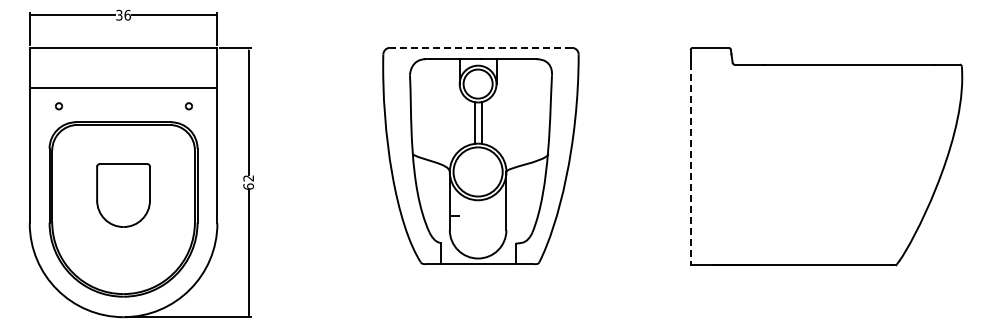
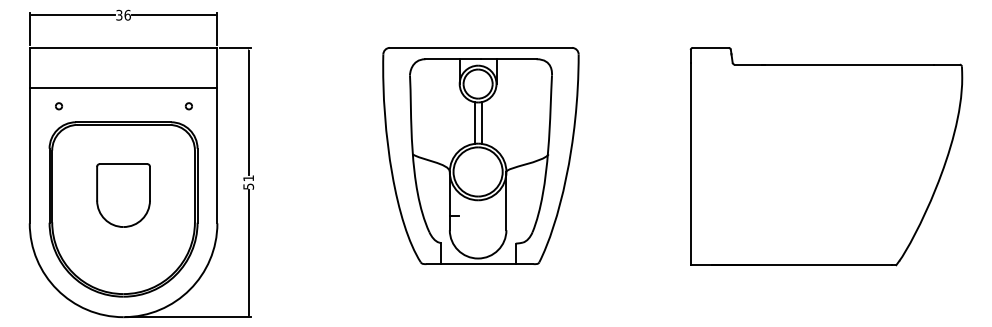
line at (480, 47): dashed -> solid
line at (690, 164): dashed -> solid
text at (248, 182): 62 -> 51
